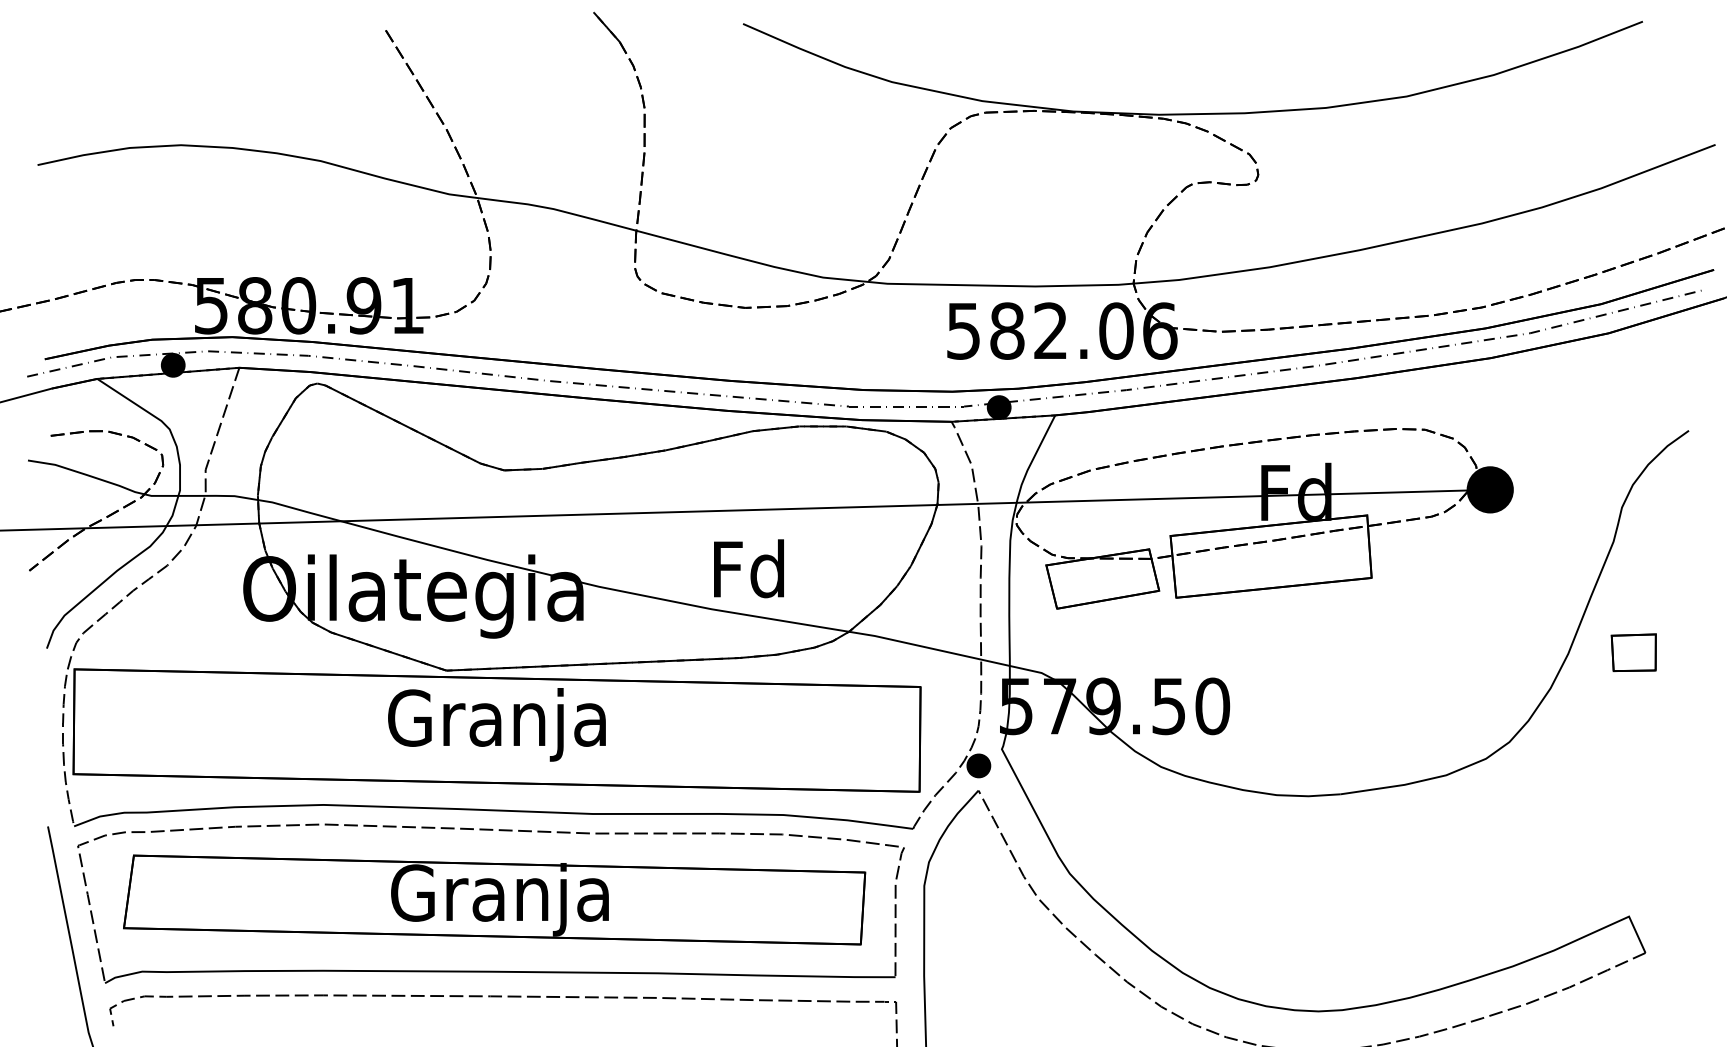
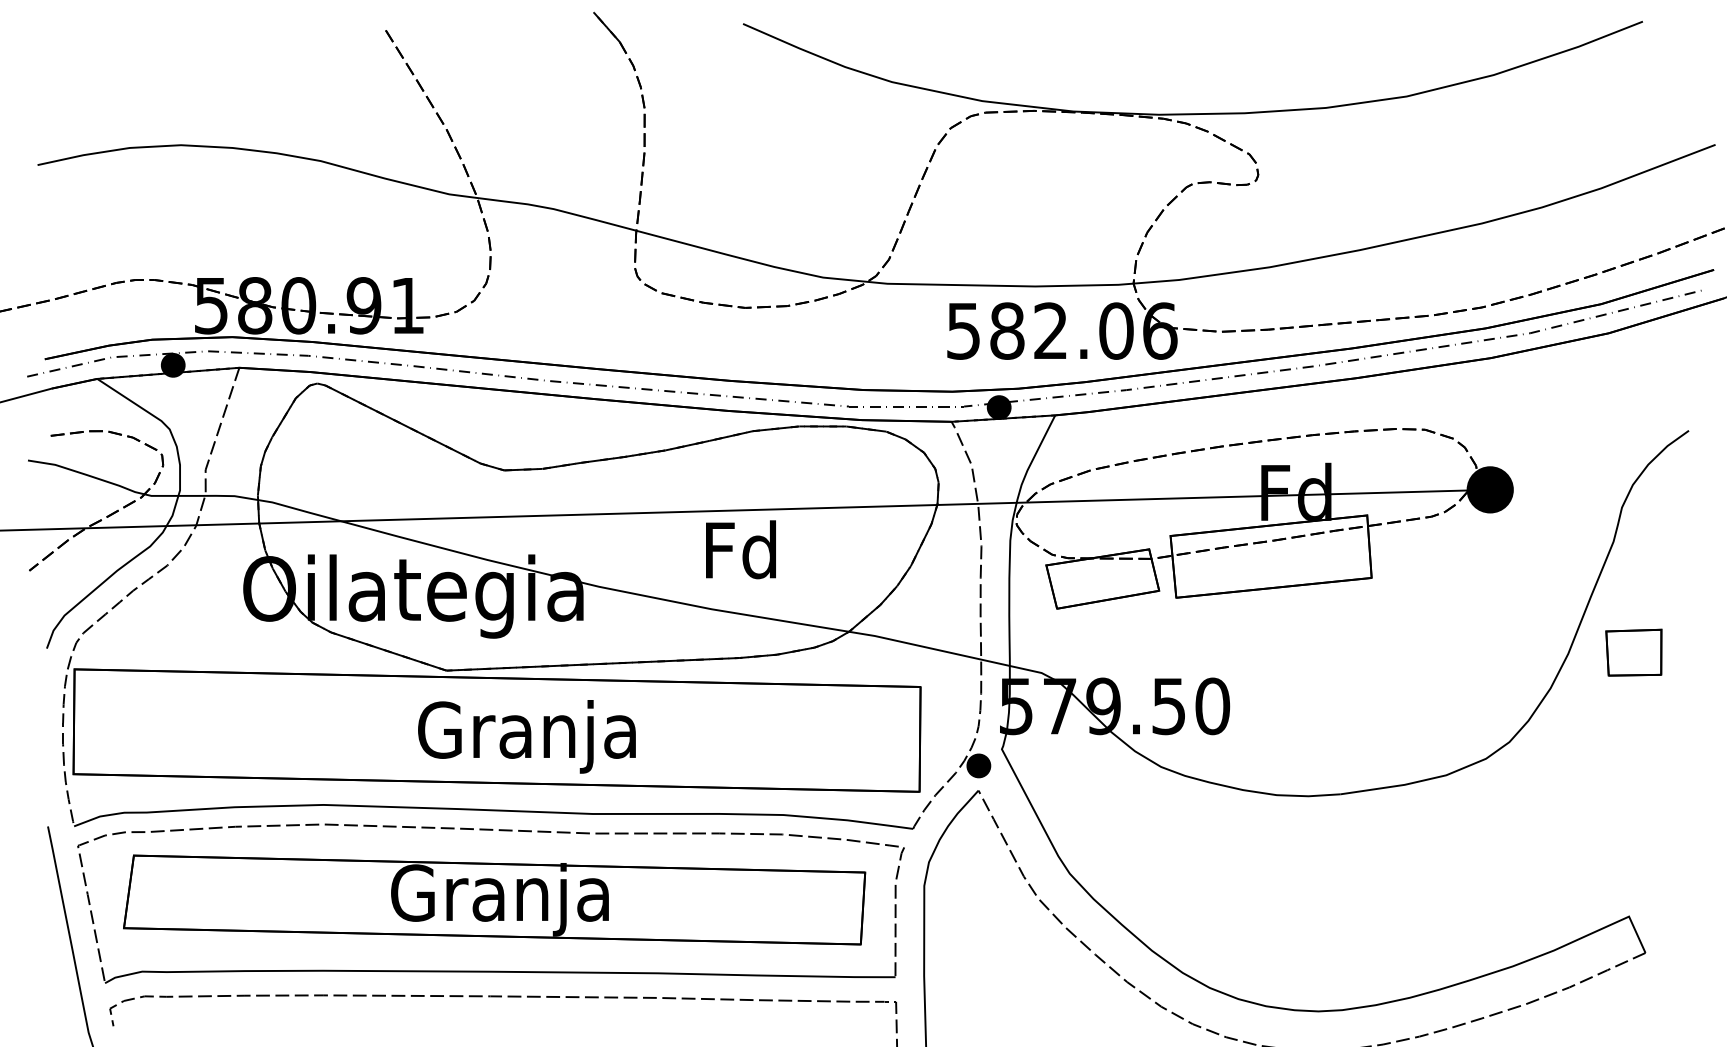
text at (748, 568) position: (748, 568) -> (740, 549)
part at (1633, 652) size: 47x40 px -> 58x49 px
text at (496, 724) position: (496, 724) -> (526, 736)
